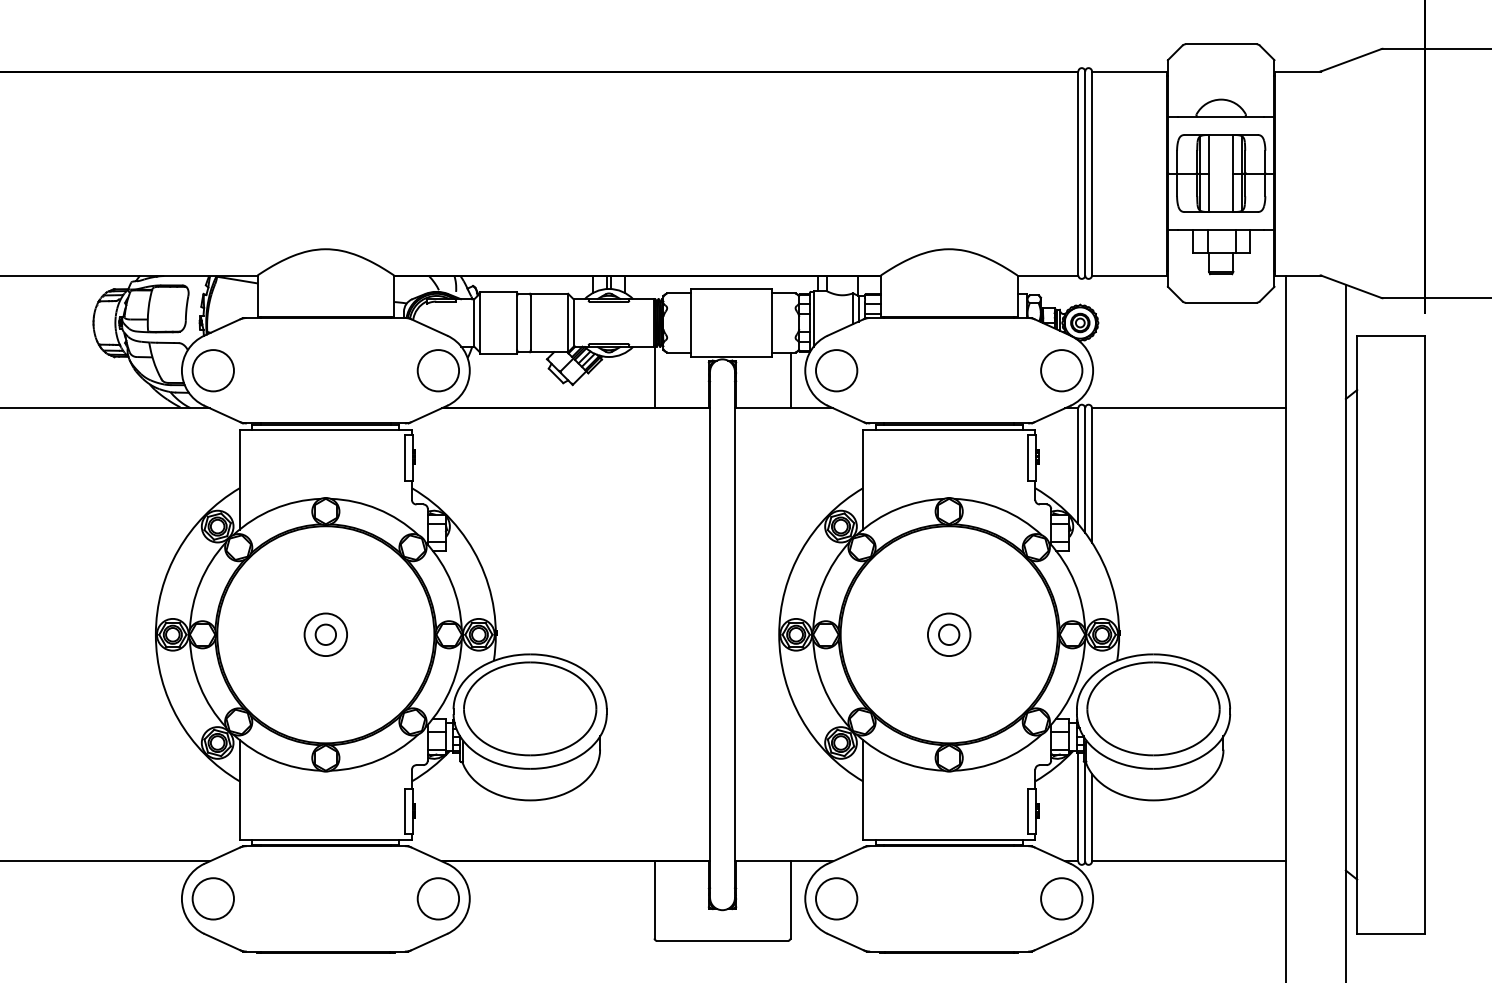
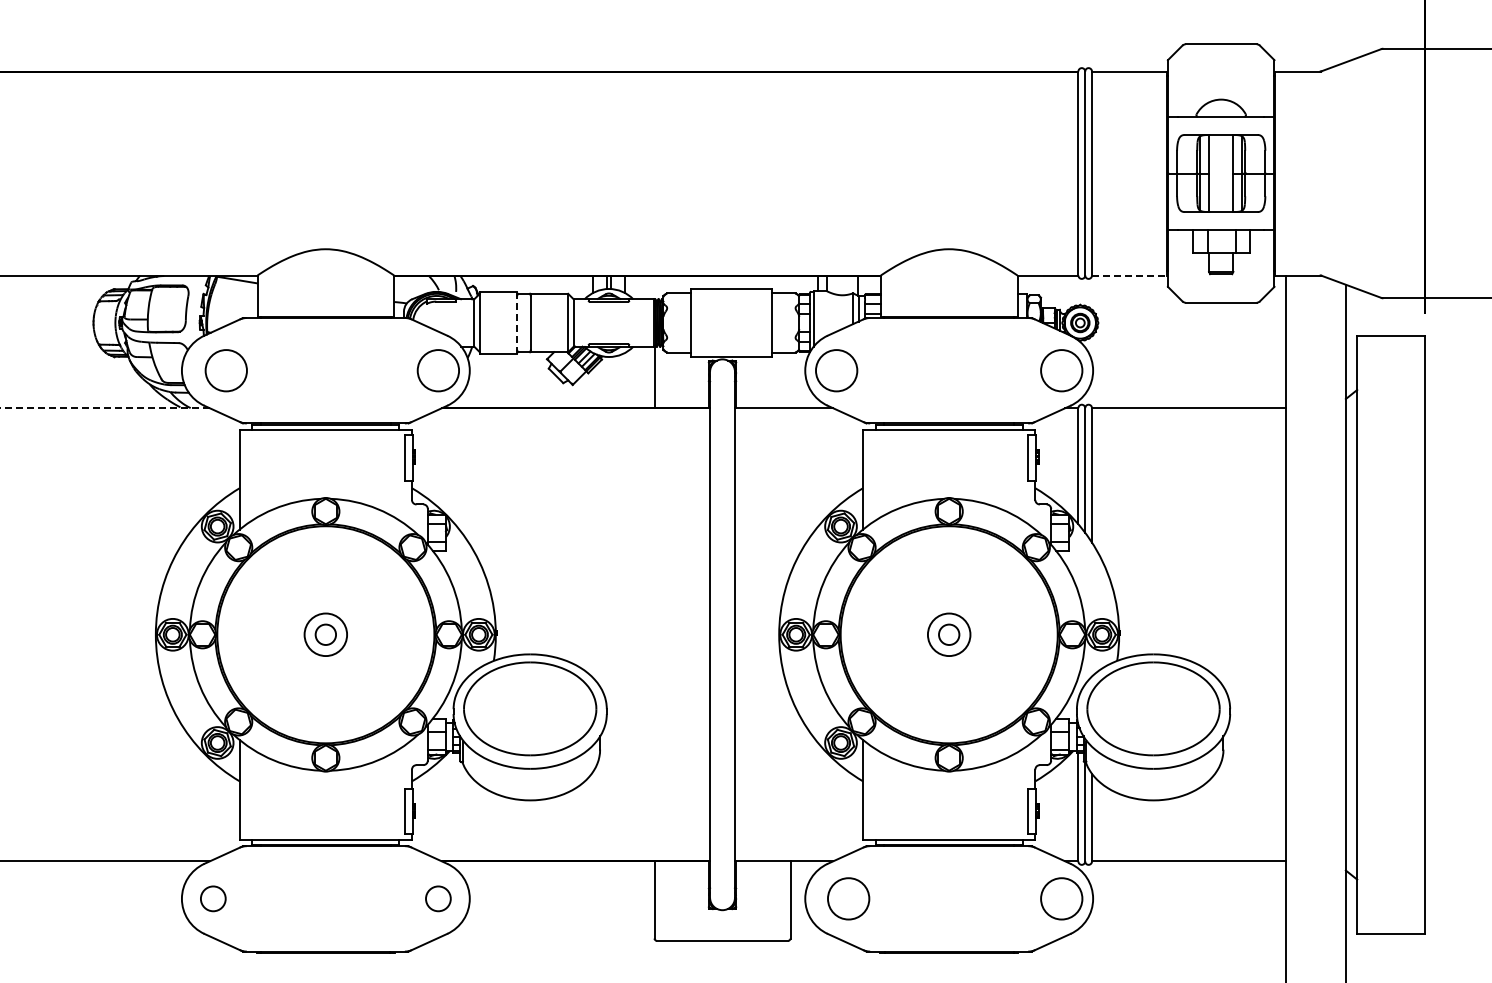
line at (1129, 275): solid -> dashed
line at (517, 323): solid -> dashed
circle at (212, 370) position: (212, 370) -> (225, 370)
line at (790, 380): present -> none
line at (104, 408): solid -> dashed
circle at (212, 898) diameter: 41 px -> 25 px
circle at (438, 898) diameter: 41 px -> 25 px
circle at (836, 898) position: (836, 898) -> (848, 898)
